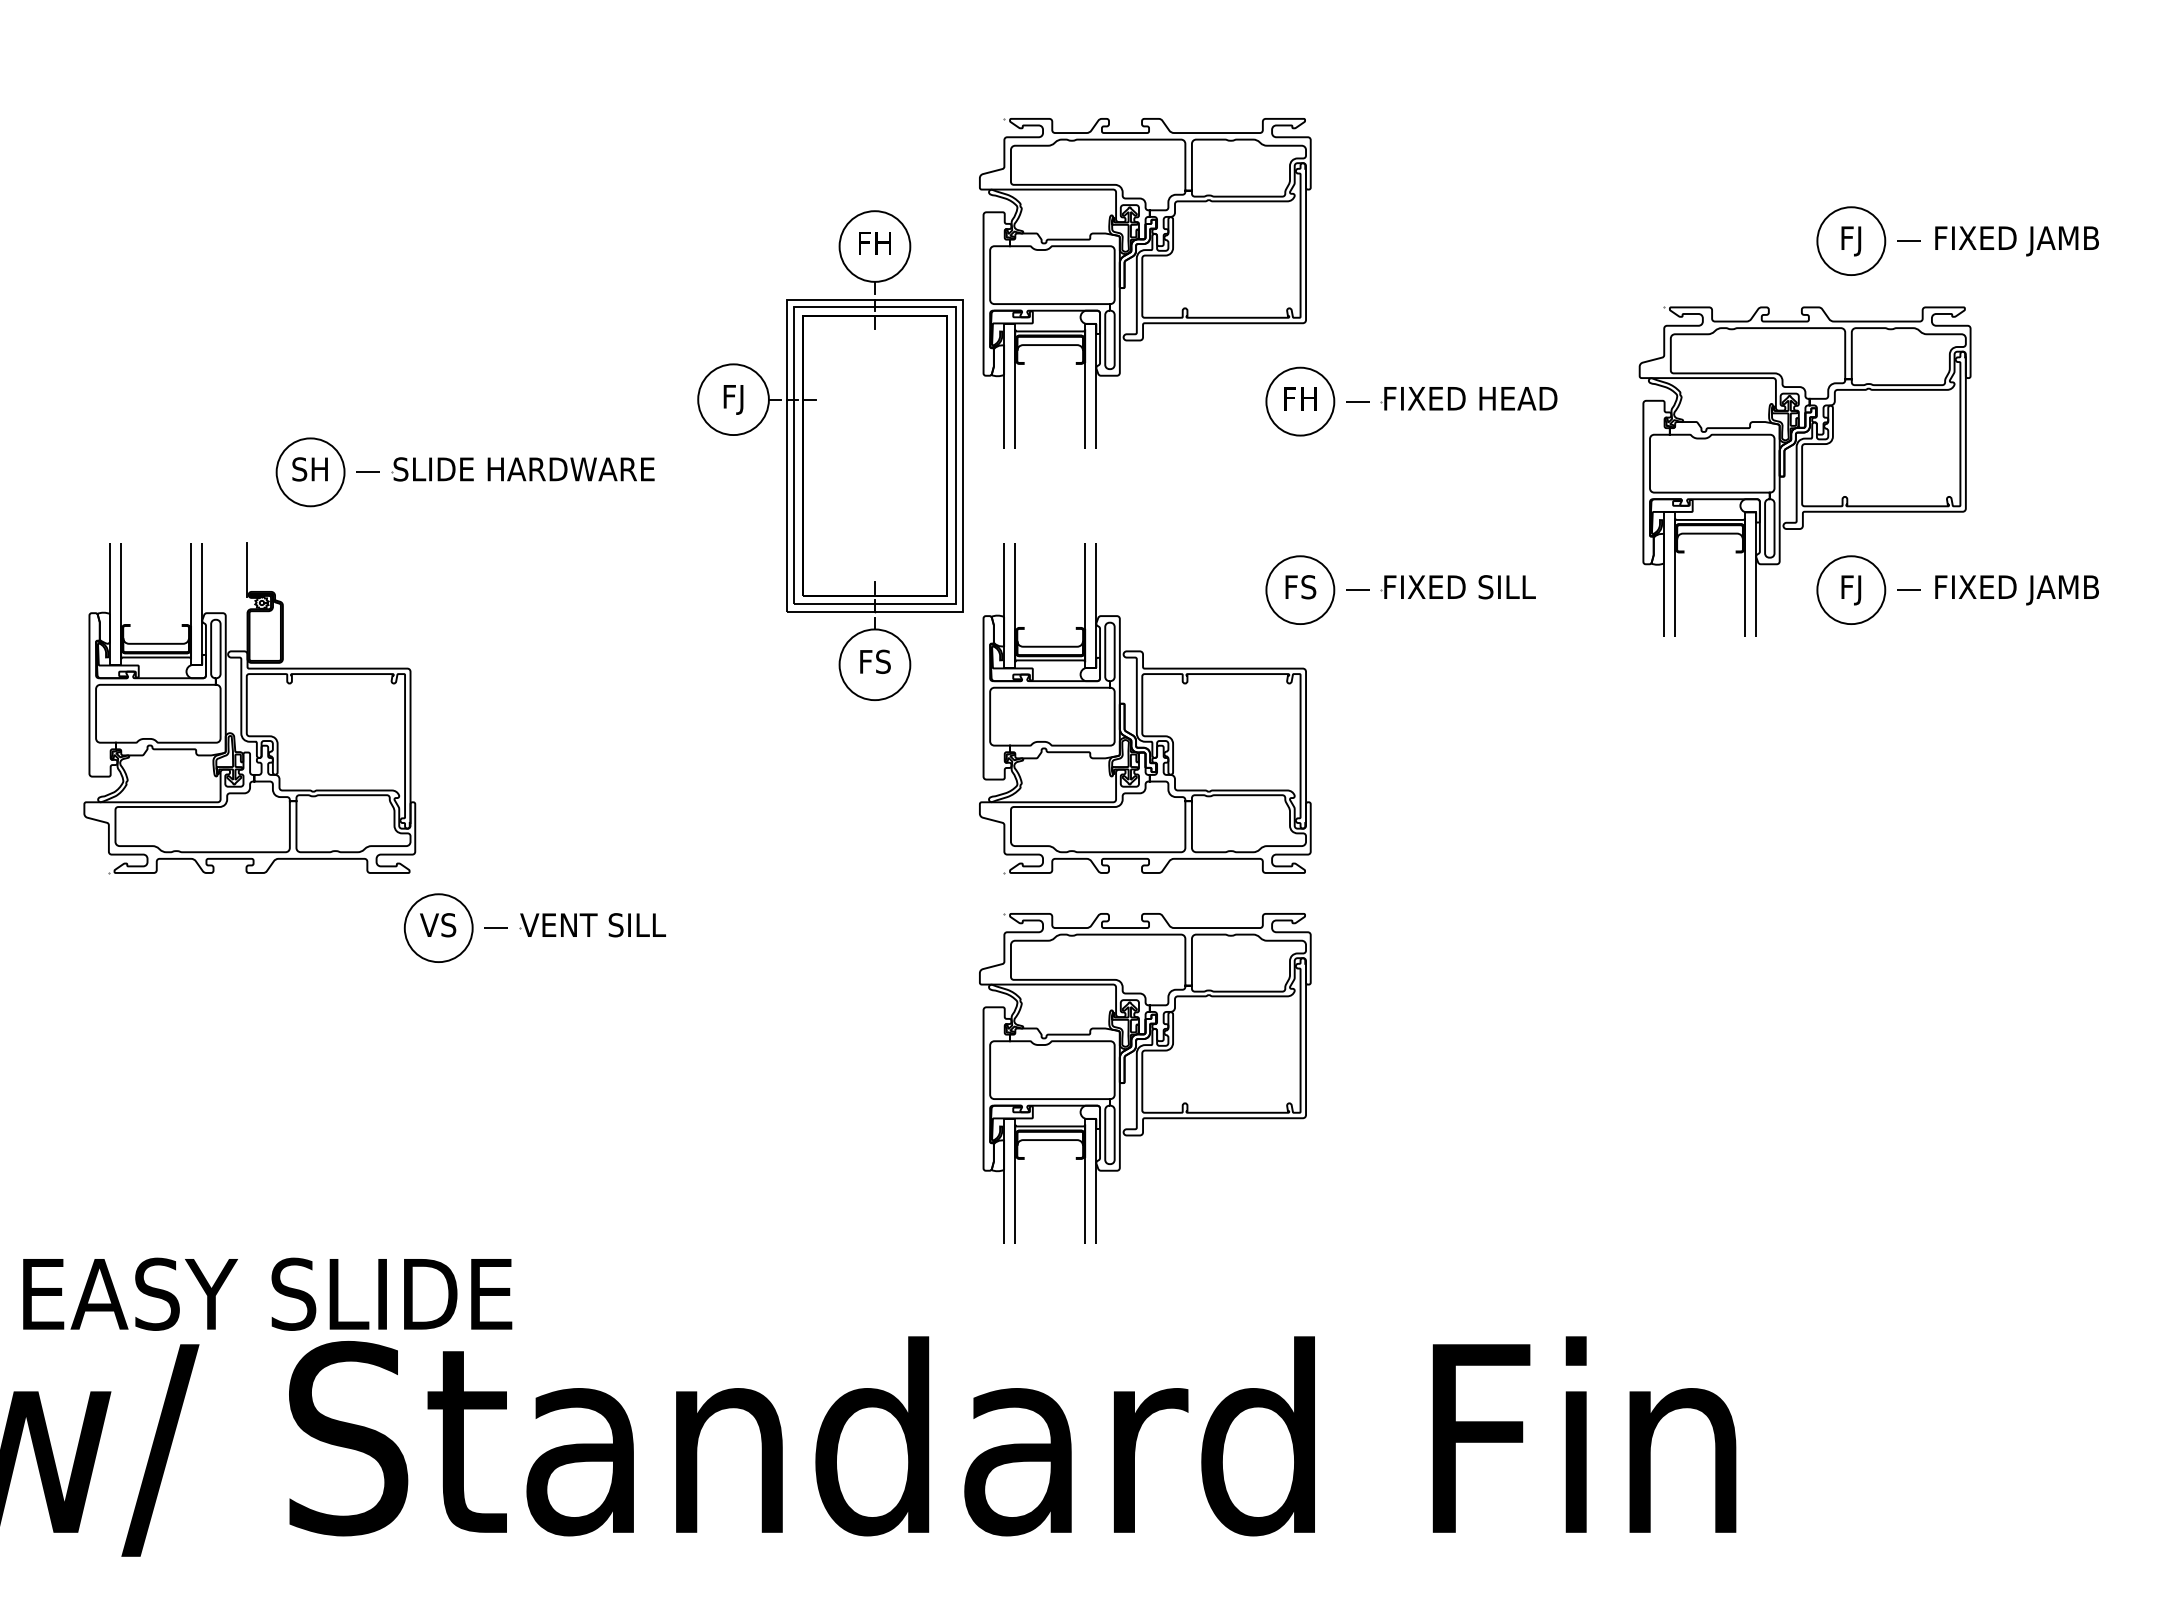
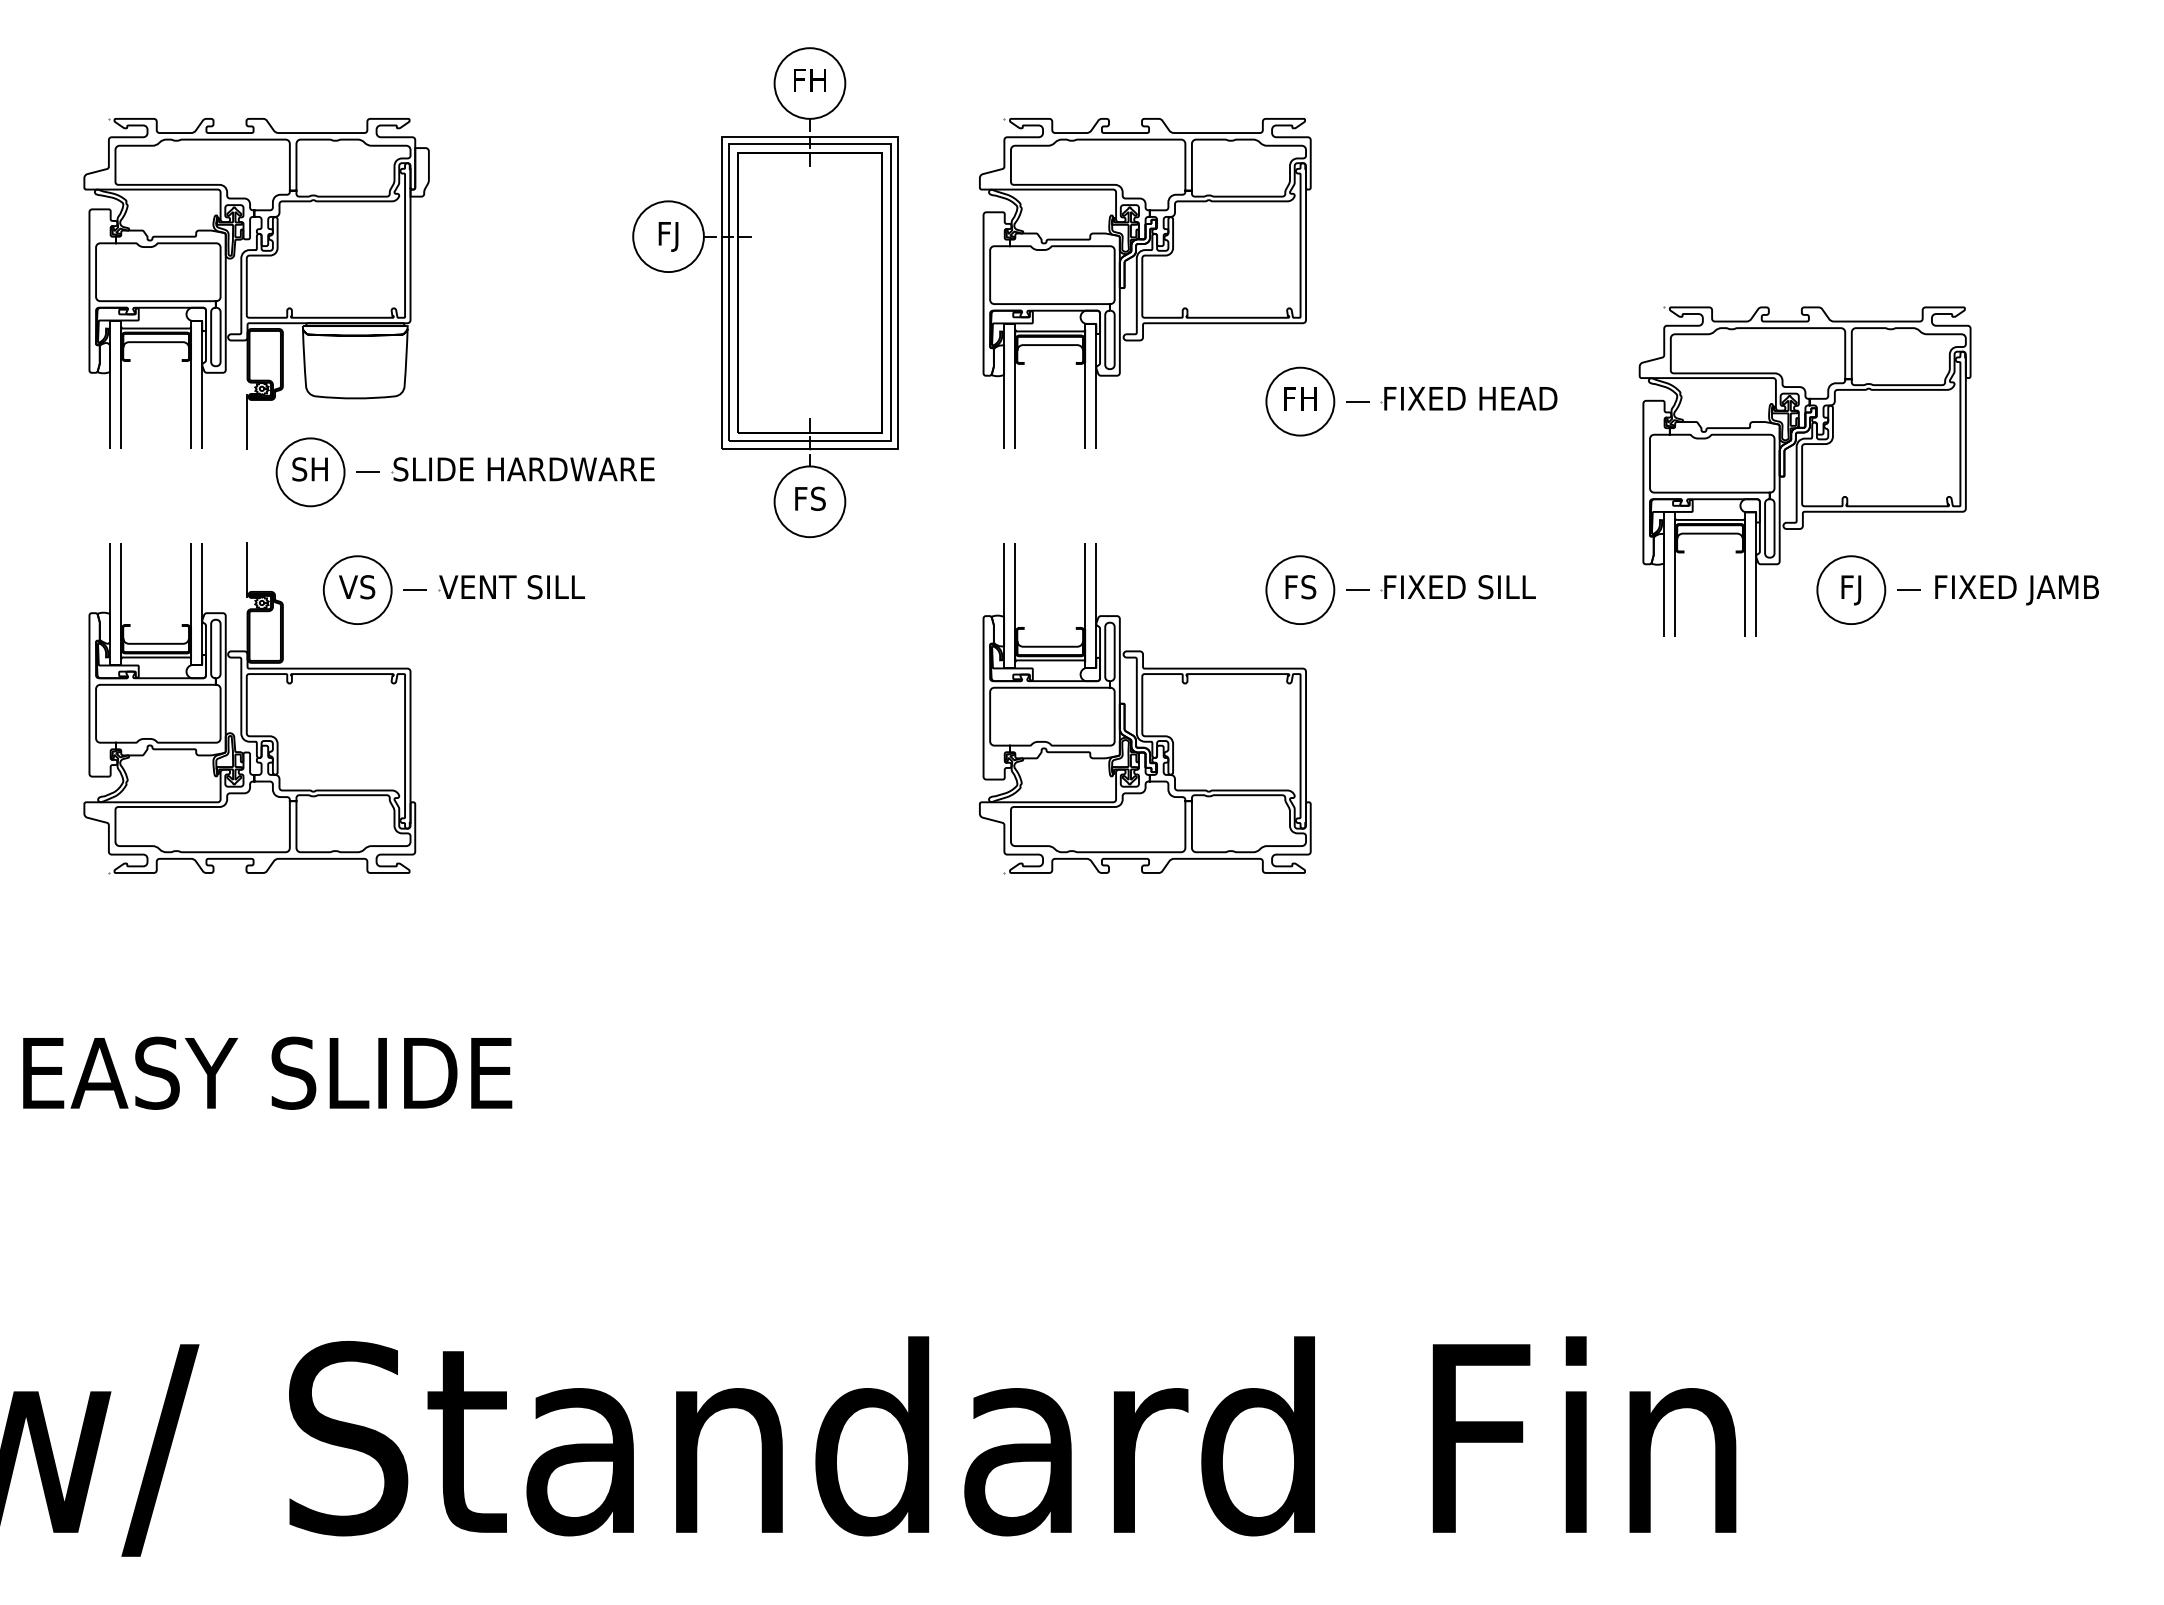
part at (1957, 240): present -> none
part at (256, 283): none -> present
part at (830, 455) position: (830, 455) -> (765, 292)
part at (534, 927) position: (534, 927) -> (453, 589)
part at (1145, 1078): present -> none
text at (267, 1293) position: (267, 1293) -> (267, 1072)
